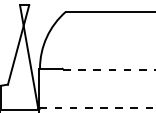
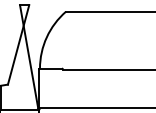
line at (109, 69): dashed -> solid
line at (97, 108): dashed -> solid
